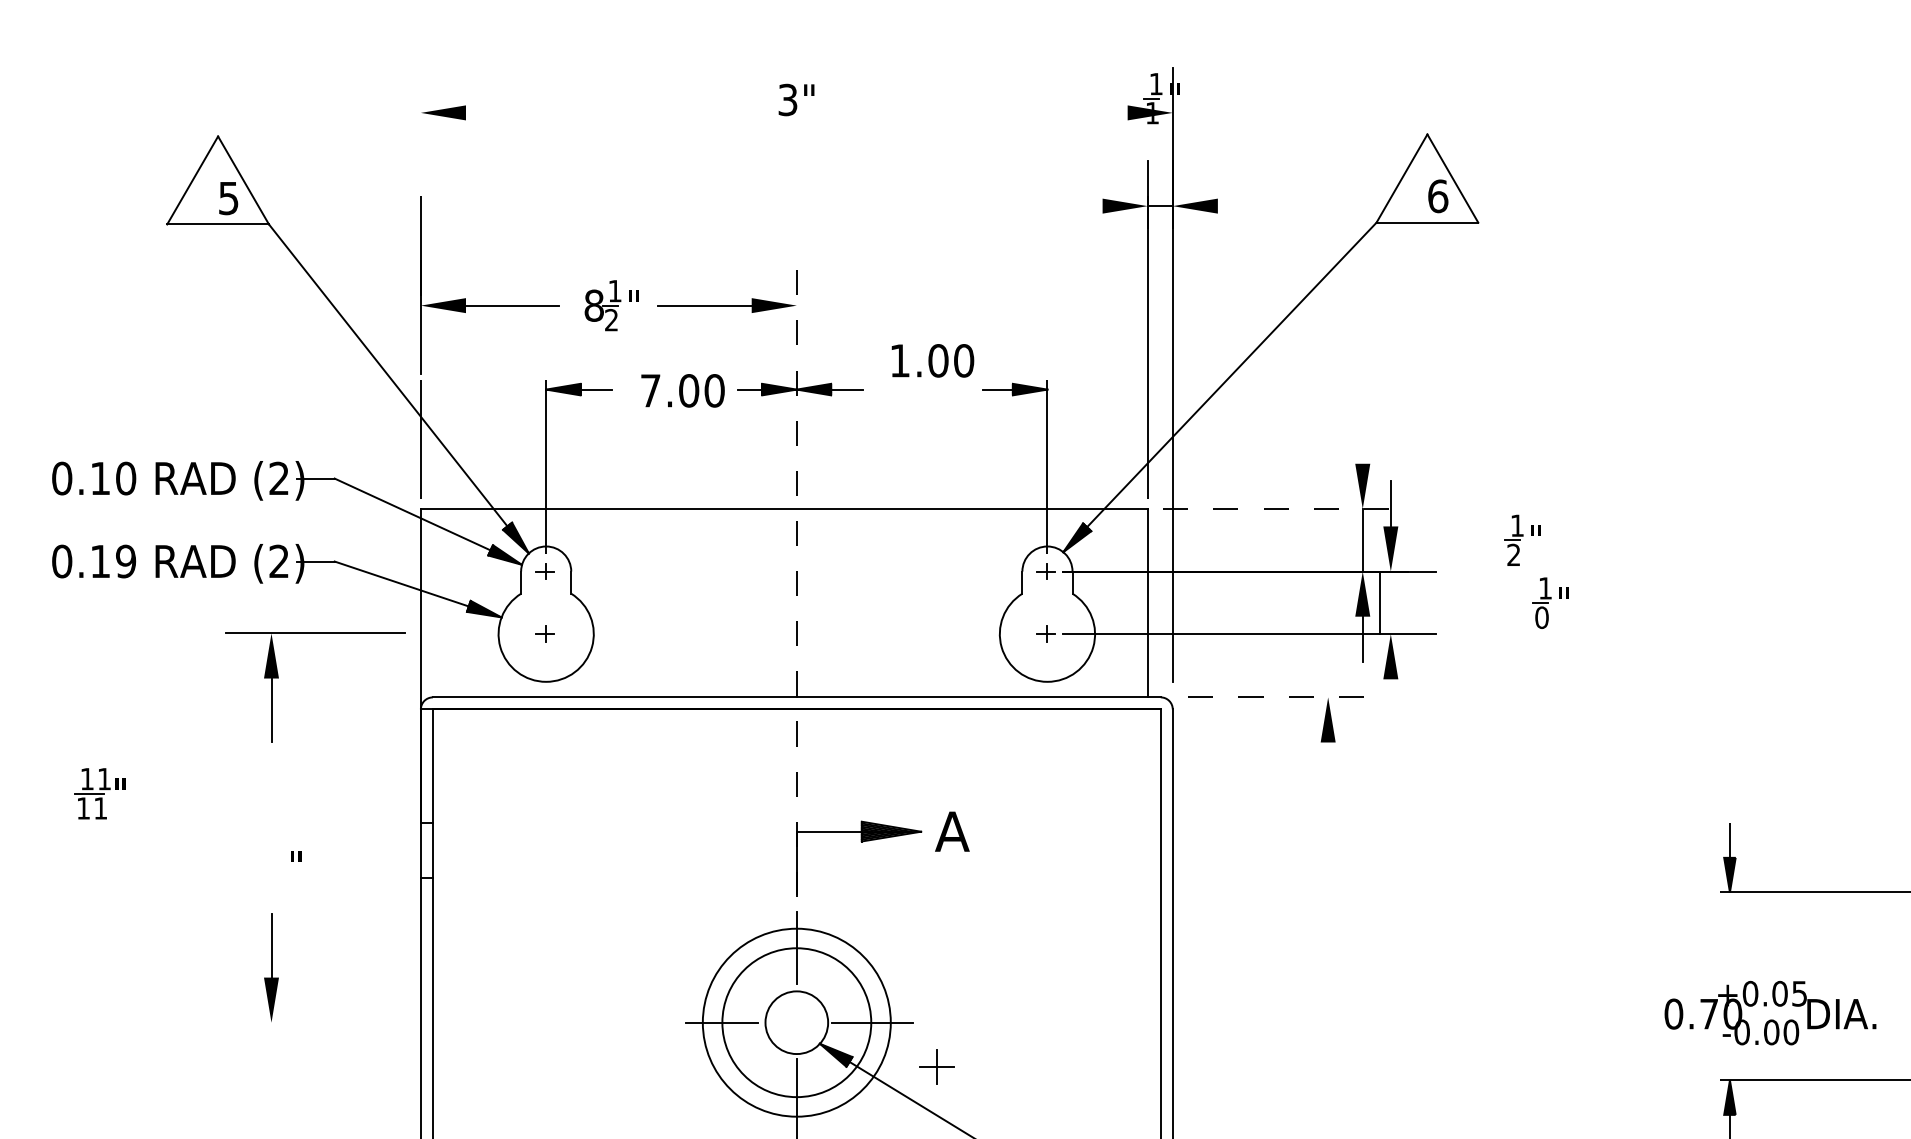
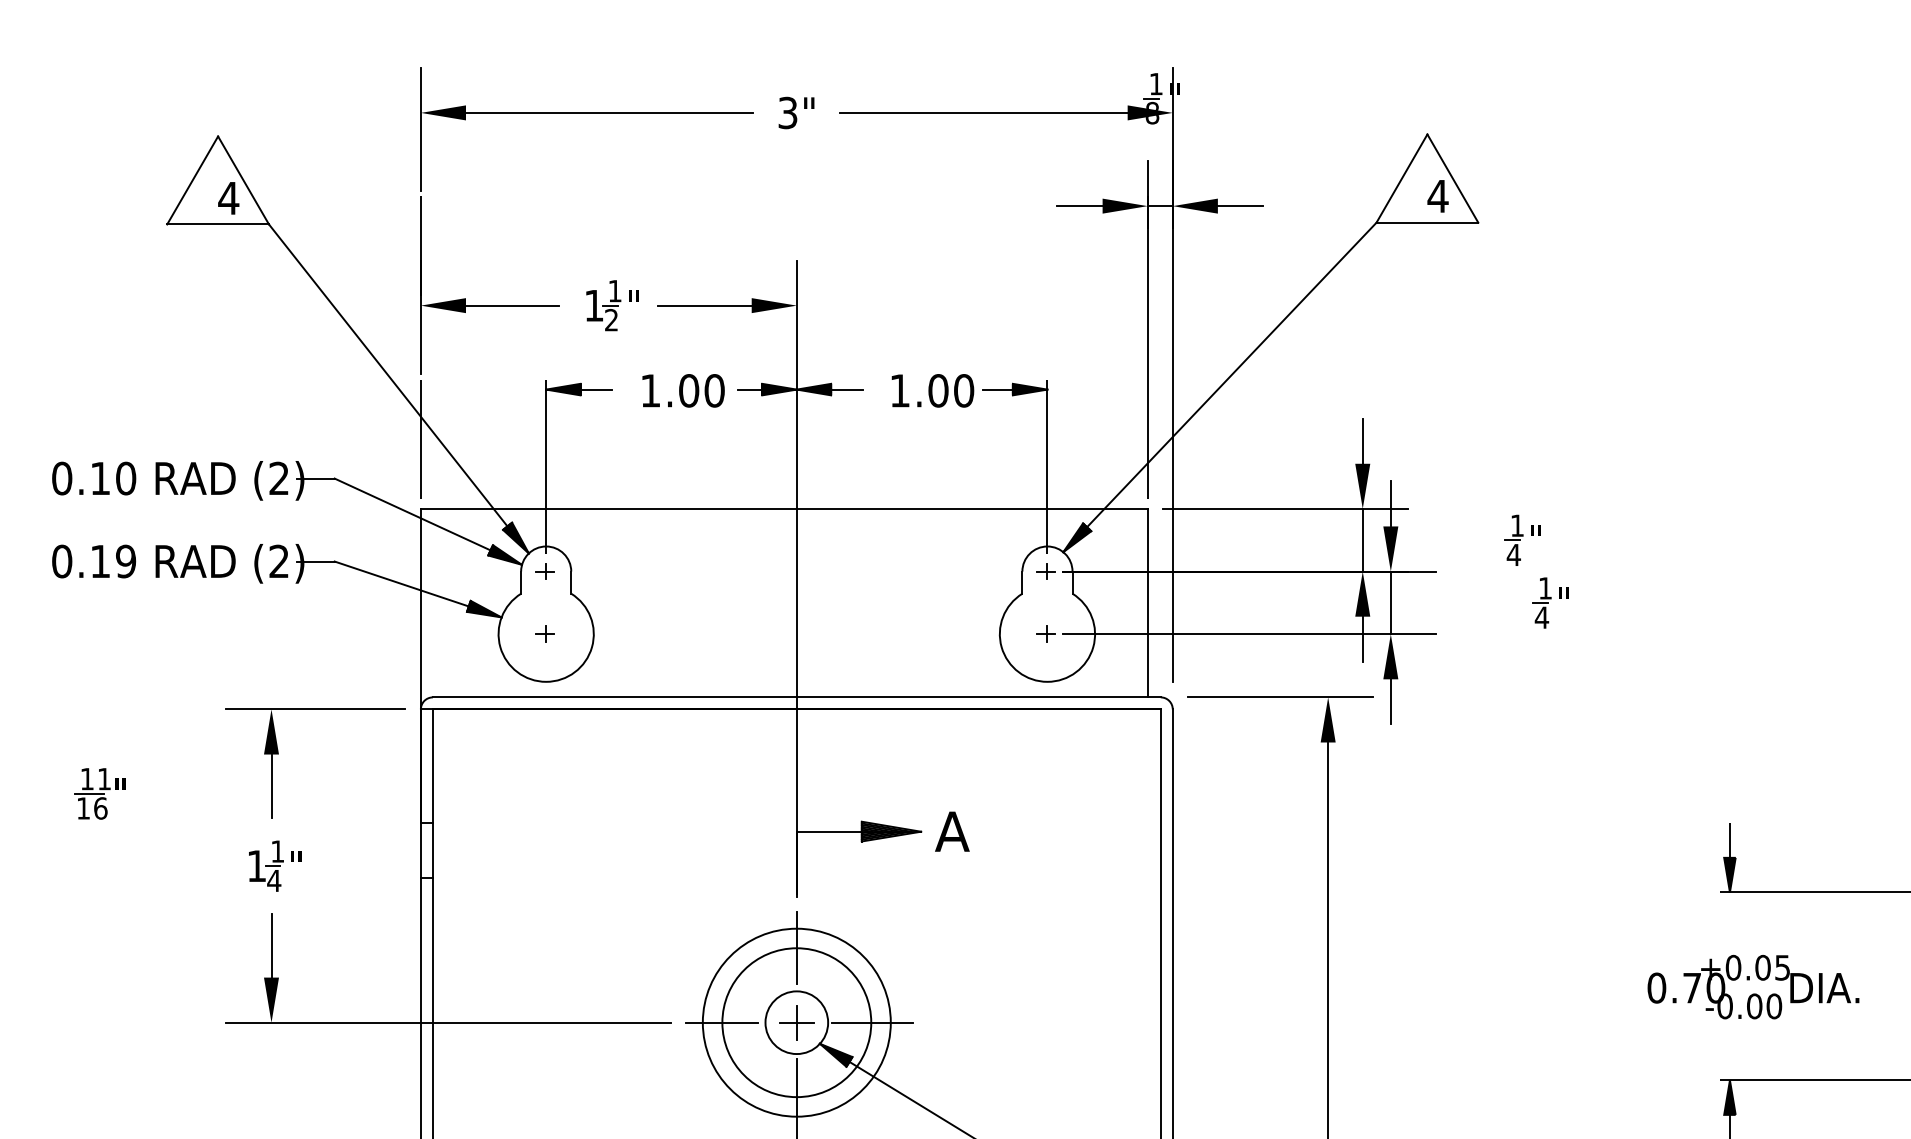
text at (796, 99) position: (796, 99) -> (796, 112)
line at (609, 112): none -> present
line at (983, 112): none -> present
text at (1152, 112): 1 -> 8
line at (420, 128): none -> present
text at (1437, 196): 6 -> 4
text at (228, 198): 5 -> 4
line at (1079, 206): none -> present
line at (1240, 206): none -> present
text at (593, 305): 8 -> 1
text at (932, 360) position: (932, 360) -> (932, 390)
text at (650, 390): 7.00 -> 1.00
line at (1362, 440): none -> present
line at (1286, 508): dashed -> solid
text at (1513, 554): 2 -> 4
line at (796, 578): dashed -> solid
line at (1379, 602) position: (1379, 602) -> (1390, 602)
text at (1541, 617): 0 -> 4
part at (278, 678) position: (278, 678) -> (278, 754)
line at (1281, 697): dashed -> solid
line at (1390, 701): none -> present
text at (100, 808): 11 -> 16
part at (266, 865): none -> present
line at (1328, 938): none -> present
text at (1770, 1012) position: (1770, 1012) -> (1753, 986)
line at (448, 1022): none -> present
part at (936, 1066) position: (936, 1066) -> (796, 1022)
